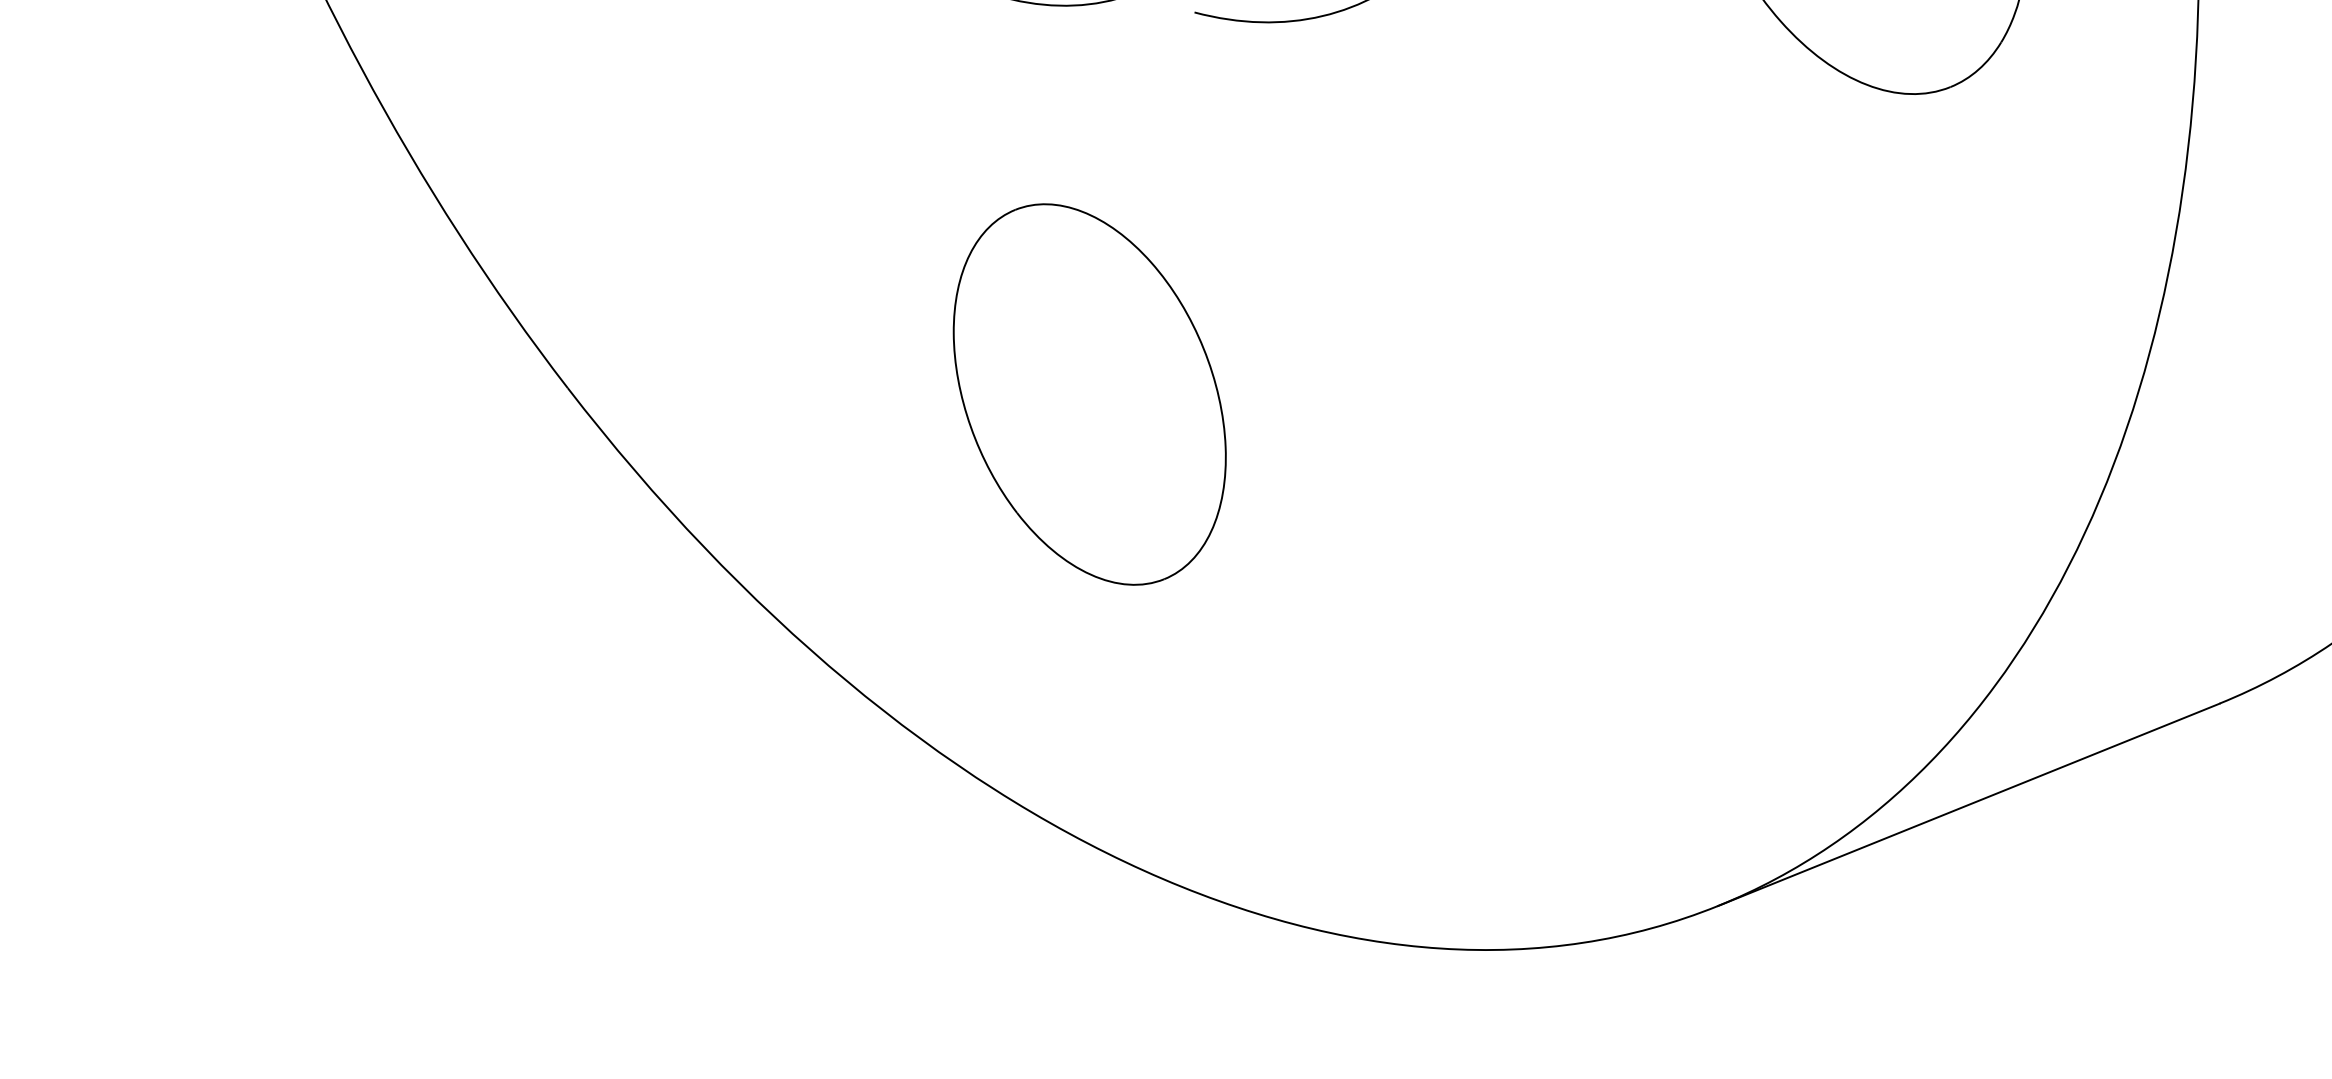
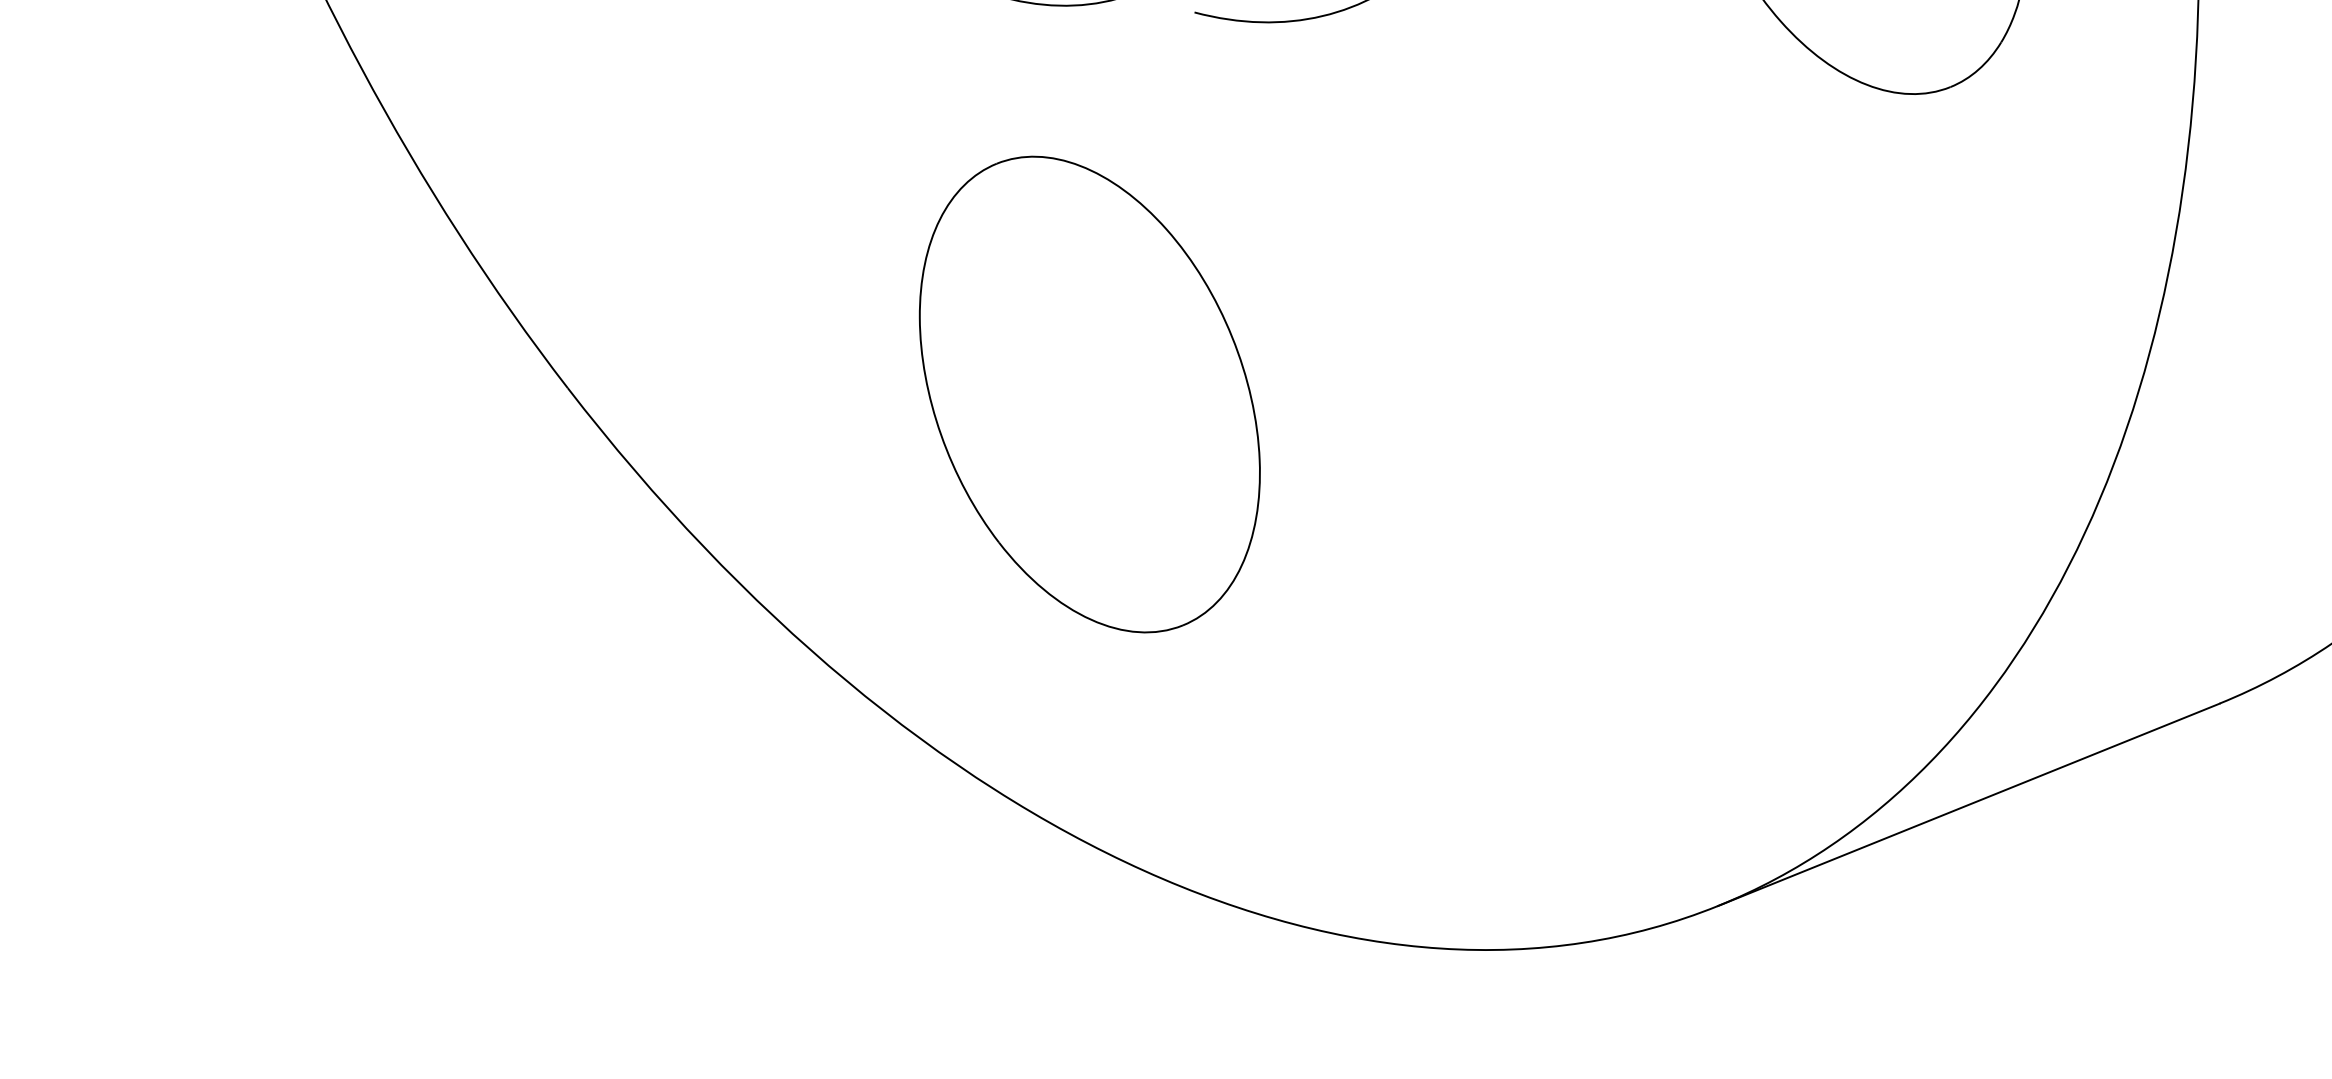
part at (1089, 394) size: 275x383 px -> 343x479 px
